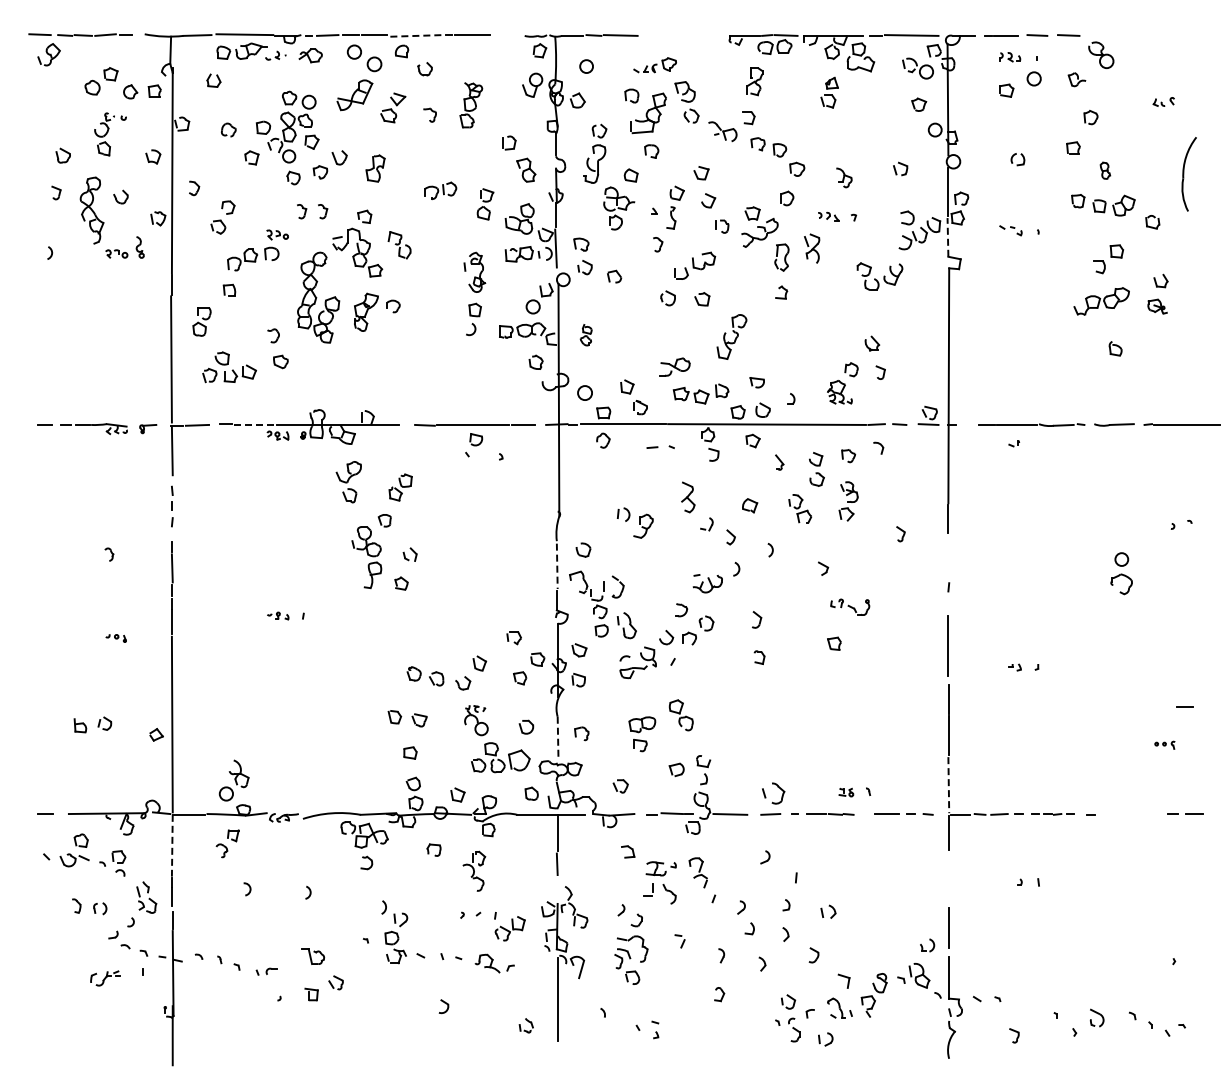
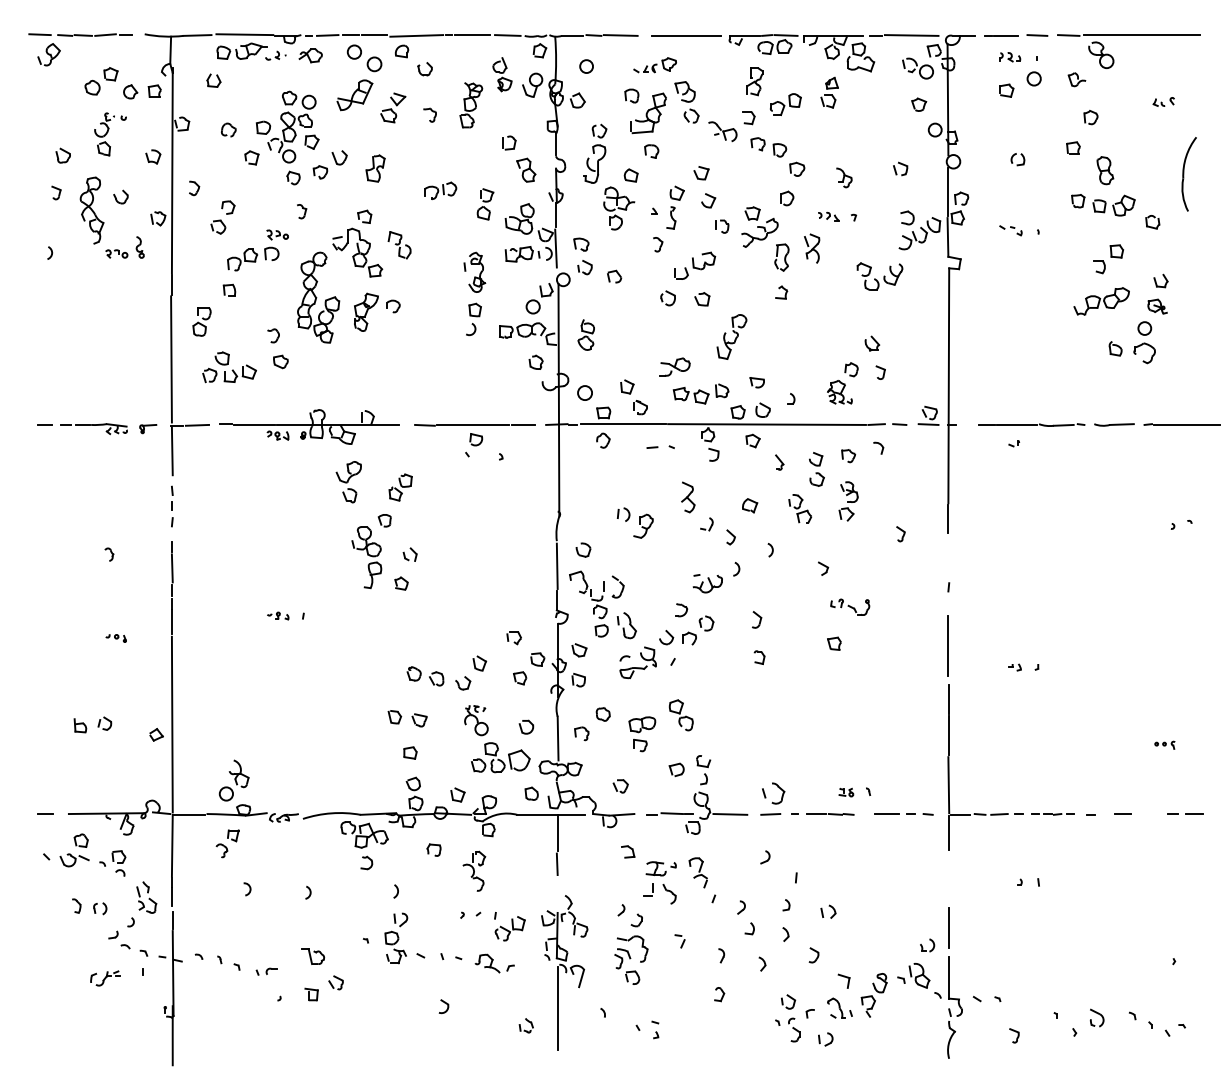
line at (417, 35): dashed -> solid
line at (507, 35): none -> present
line at (685, 35): none -> present
line at (1141, 35): none -> present
part at (502, 74): none -> present
part at (785, 104): none -> present
part at (1105, 170) size: 13x19 px -> 19x30 px
part at (323, 211): present -> none
line at (947, 236): dashed -> solid
part at (585, 335) size: 14x23 px -> 18x32 px
line at (254, 424): dashed -> solid
line at (557, 566): dashed -> solid
part at (1121, 573) position: (1121, 573) -> (1144, 342)
line at (1184, 706) position: (1184, 706) -> (1122, 813)
part at (602, 714): none -> present
line at (558, 738): dashed -> solid
line at (948, 785): dashed -> solid
line at (172, 845): dashed -> solid
arc at (385, 907) position: (385, 907) -> (397, 891)
part at (564, 963) position: (564, 963) -> (564, 972)
